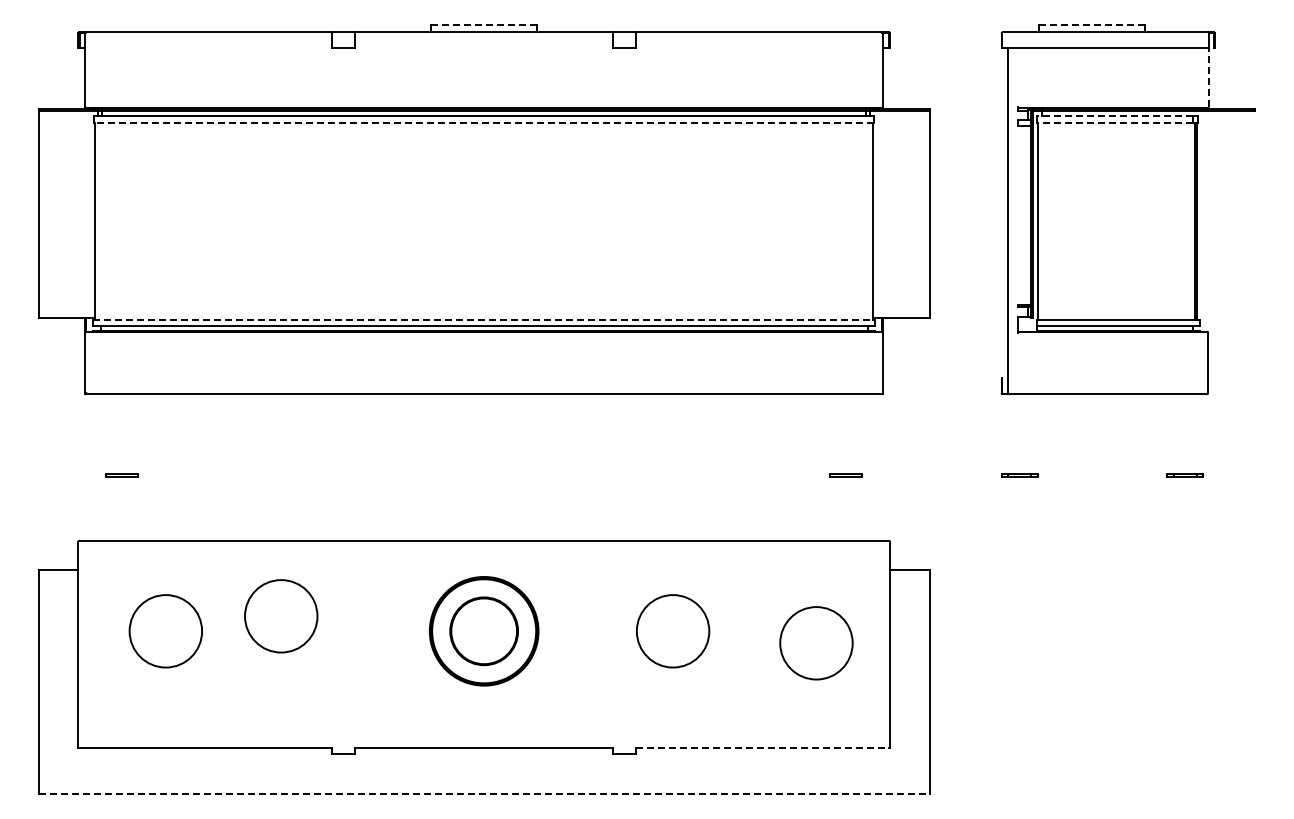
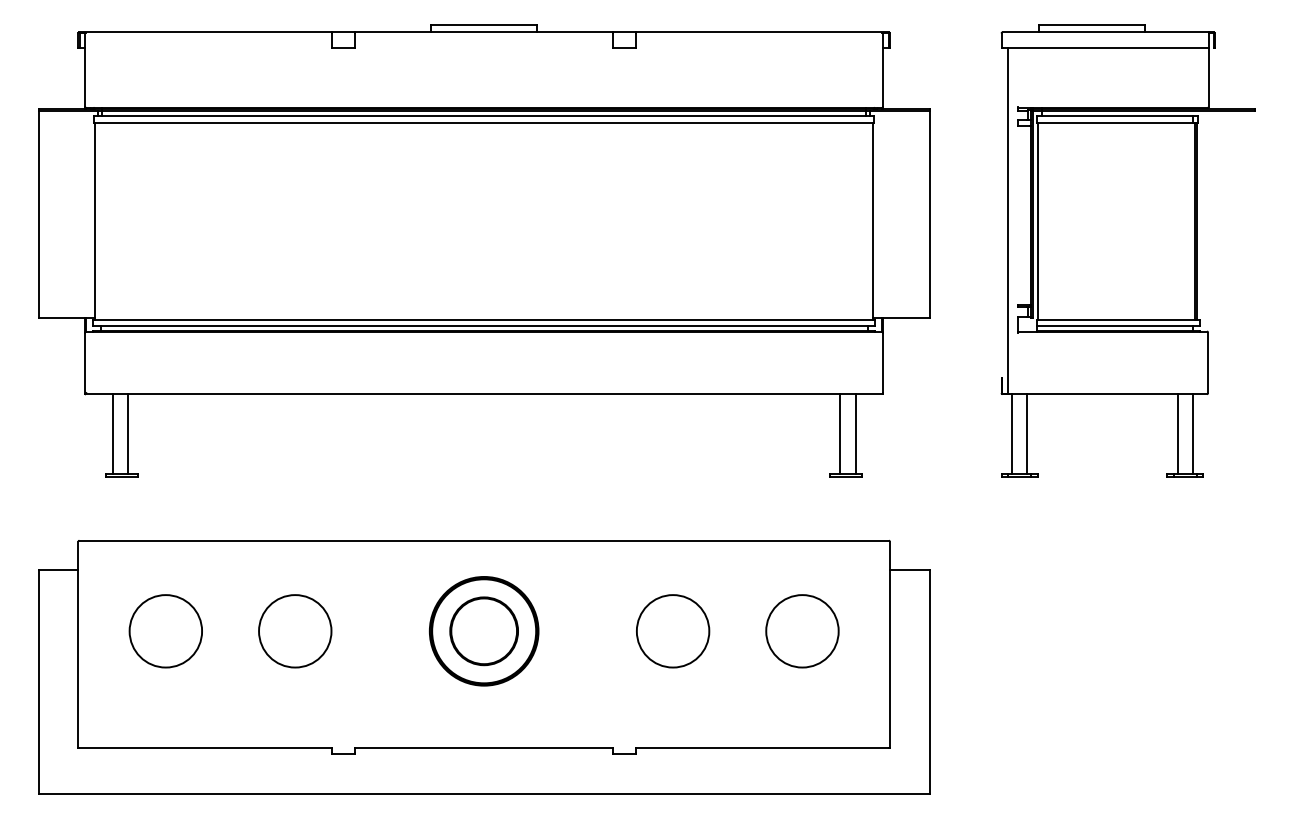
line at (483, 24): dashed -> solid
line at (1091, 24): dashed -> solid
line at (1208, 77): dashed -> solid
line at (1114, 115): dashed -> solid
line at (484, 123): dashed -> solid
line at (1114, 123): dashed -> solid
line at (484, 320): dashed -> solid
line at (112, 434): none -> present
line at (128, 434): none -> present
line at (840, 434): none -> present
line at (855, 434): none -> present
line at (1011, 434): none -> present
line at (1027, 434): none -> present
line at (1177, 434): none -> present
line at (1193, 434): none -> present
circle at (281, 616) position: (281, 616) -> (295, 631)
circle at (816, 643) position: (816, 643) -> (802, 631)
line at (763, 747): dashed -> solid
line at (484, 794): dashed -> solid
